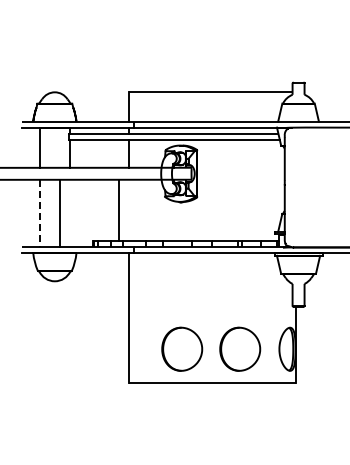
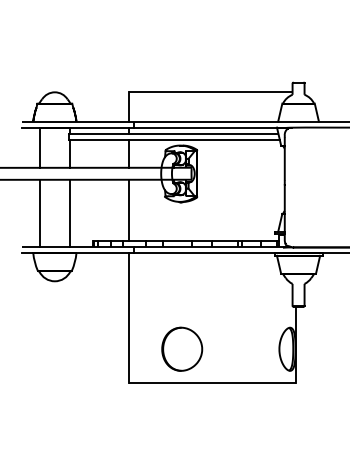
line at (118, 210) position: (118, 210) -> (128, 210)
line at (39, 213): dashed -> solid
line at (59, 213) position: (59, 213) -> (69, 213)
part at (240, 348): present -> none
